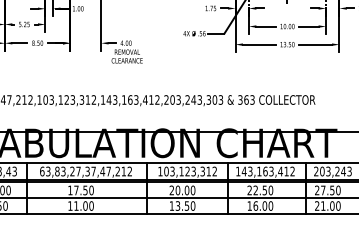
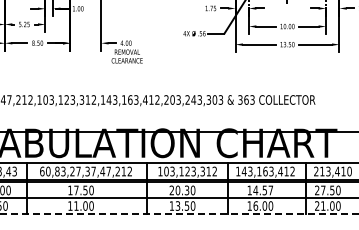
text at (48, 171): 63,83,27,37,47,212 -> 60,83,27,37,47,212
text at (335, 171): 203,243 -> 213,410
text at (186, 190): 20.00 -> 20.30
text at (260, 190): 22.50 -> 14.57
line at (179, 214): solid -> dashed
